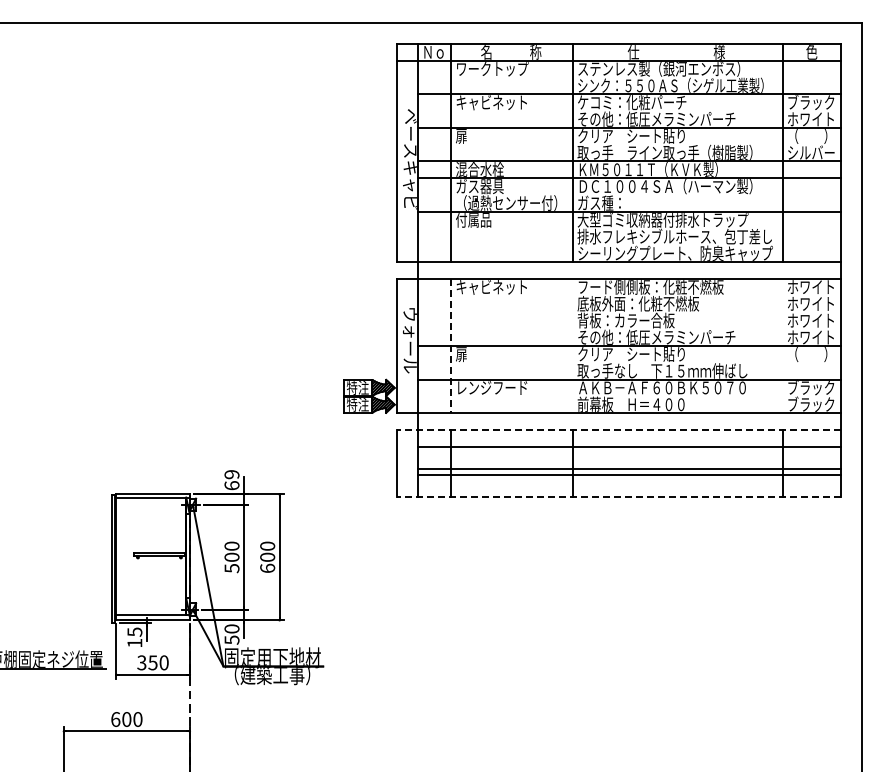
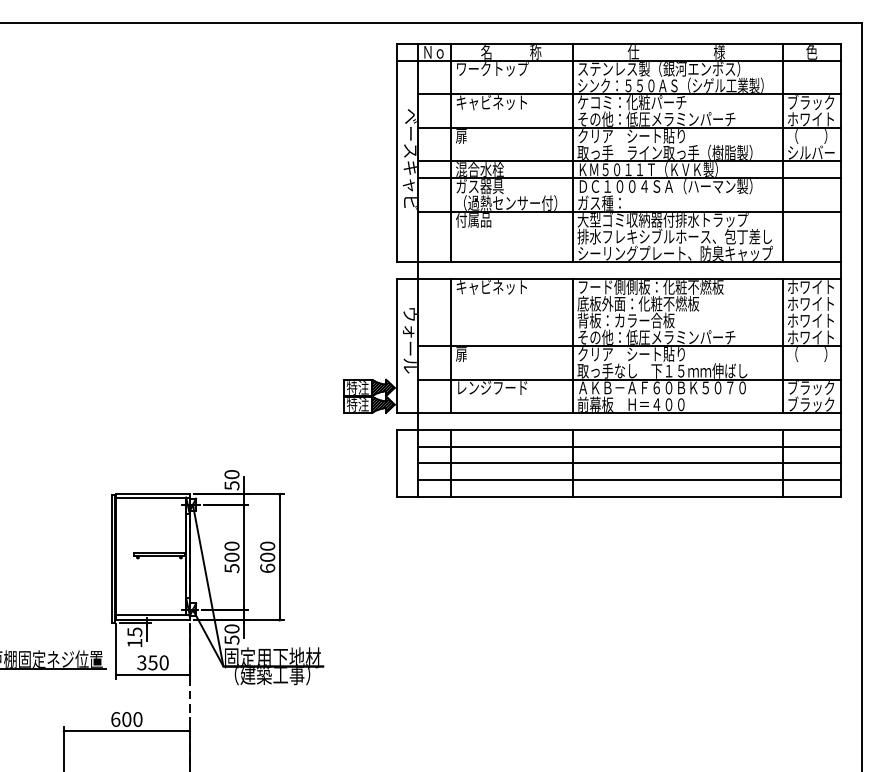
line at (572, 345): none -> present
line at (782, 345): none -> present
line at (451, 346): dashed -> solid
line at (618, 429): dashed -> solid
line at (629, 469) position: (629, 469) -> (629, 463)
line at (629, 475) position: (629, 475) -> (629, 480)
text at (231, 480): 69 -> 50
line at (618, 497): dashed -> solid
